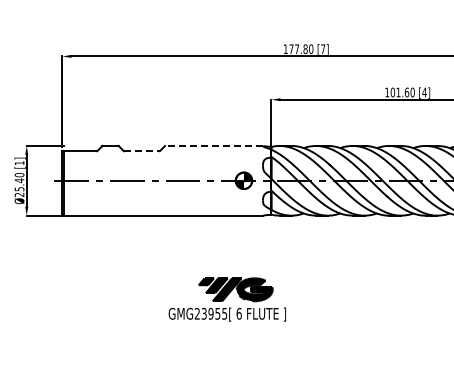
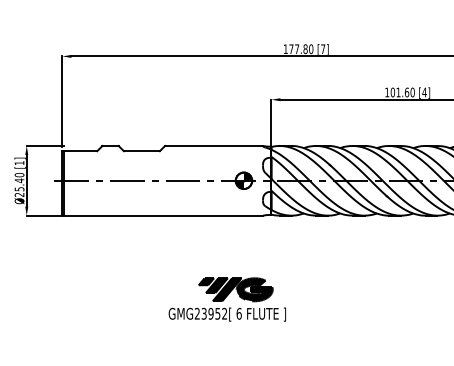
line at (213, 145): dashed -> solid
line at (141, 151): dashed -> solid
text at (224, 313): GMG23955[ -> GMG23952[
